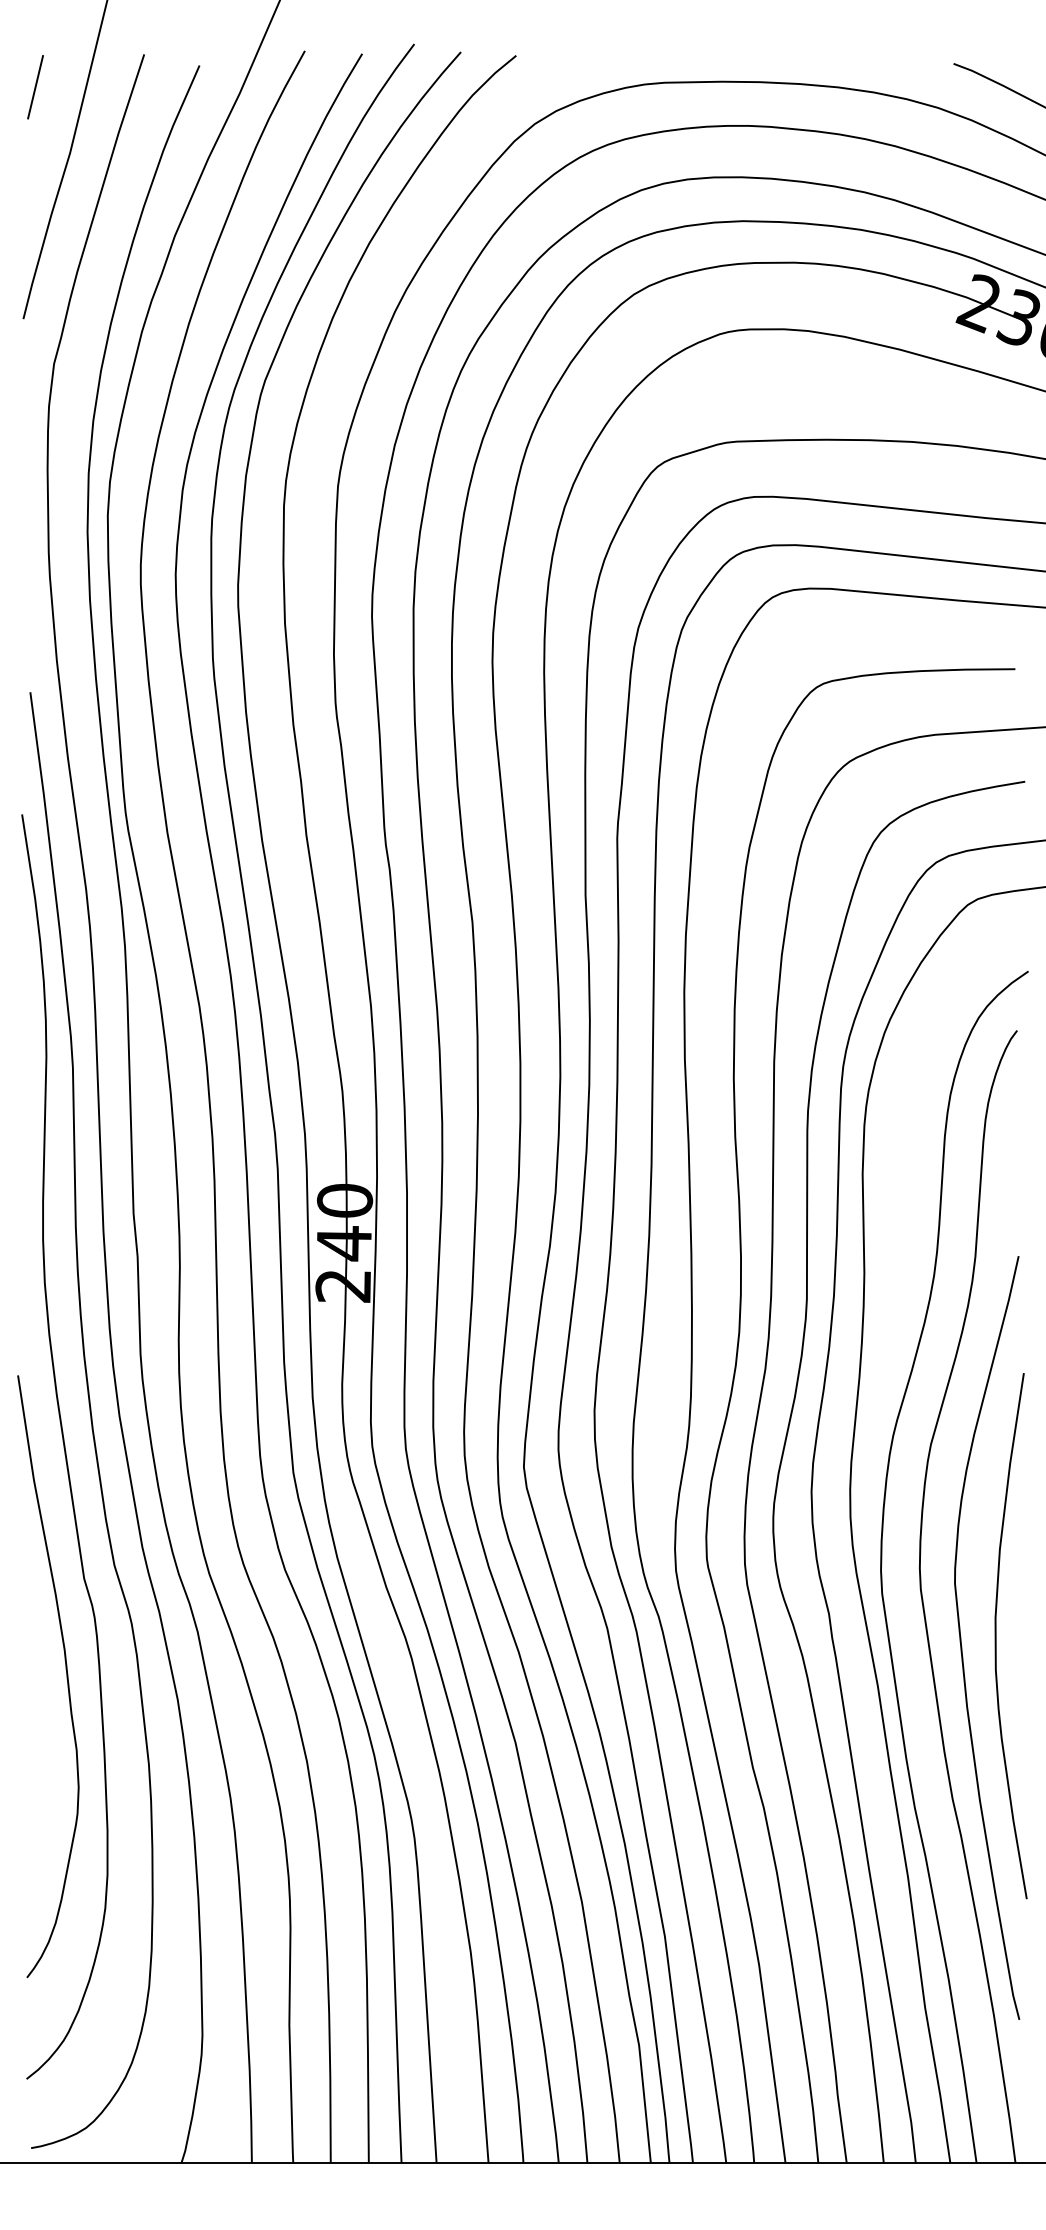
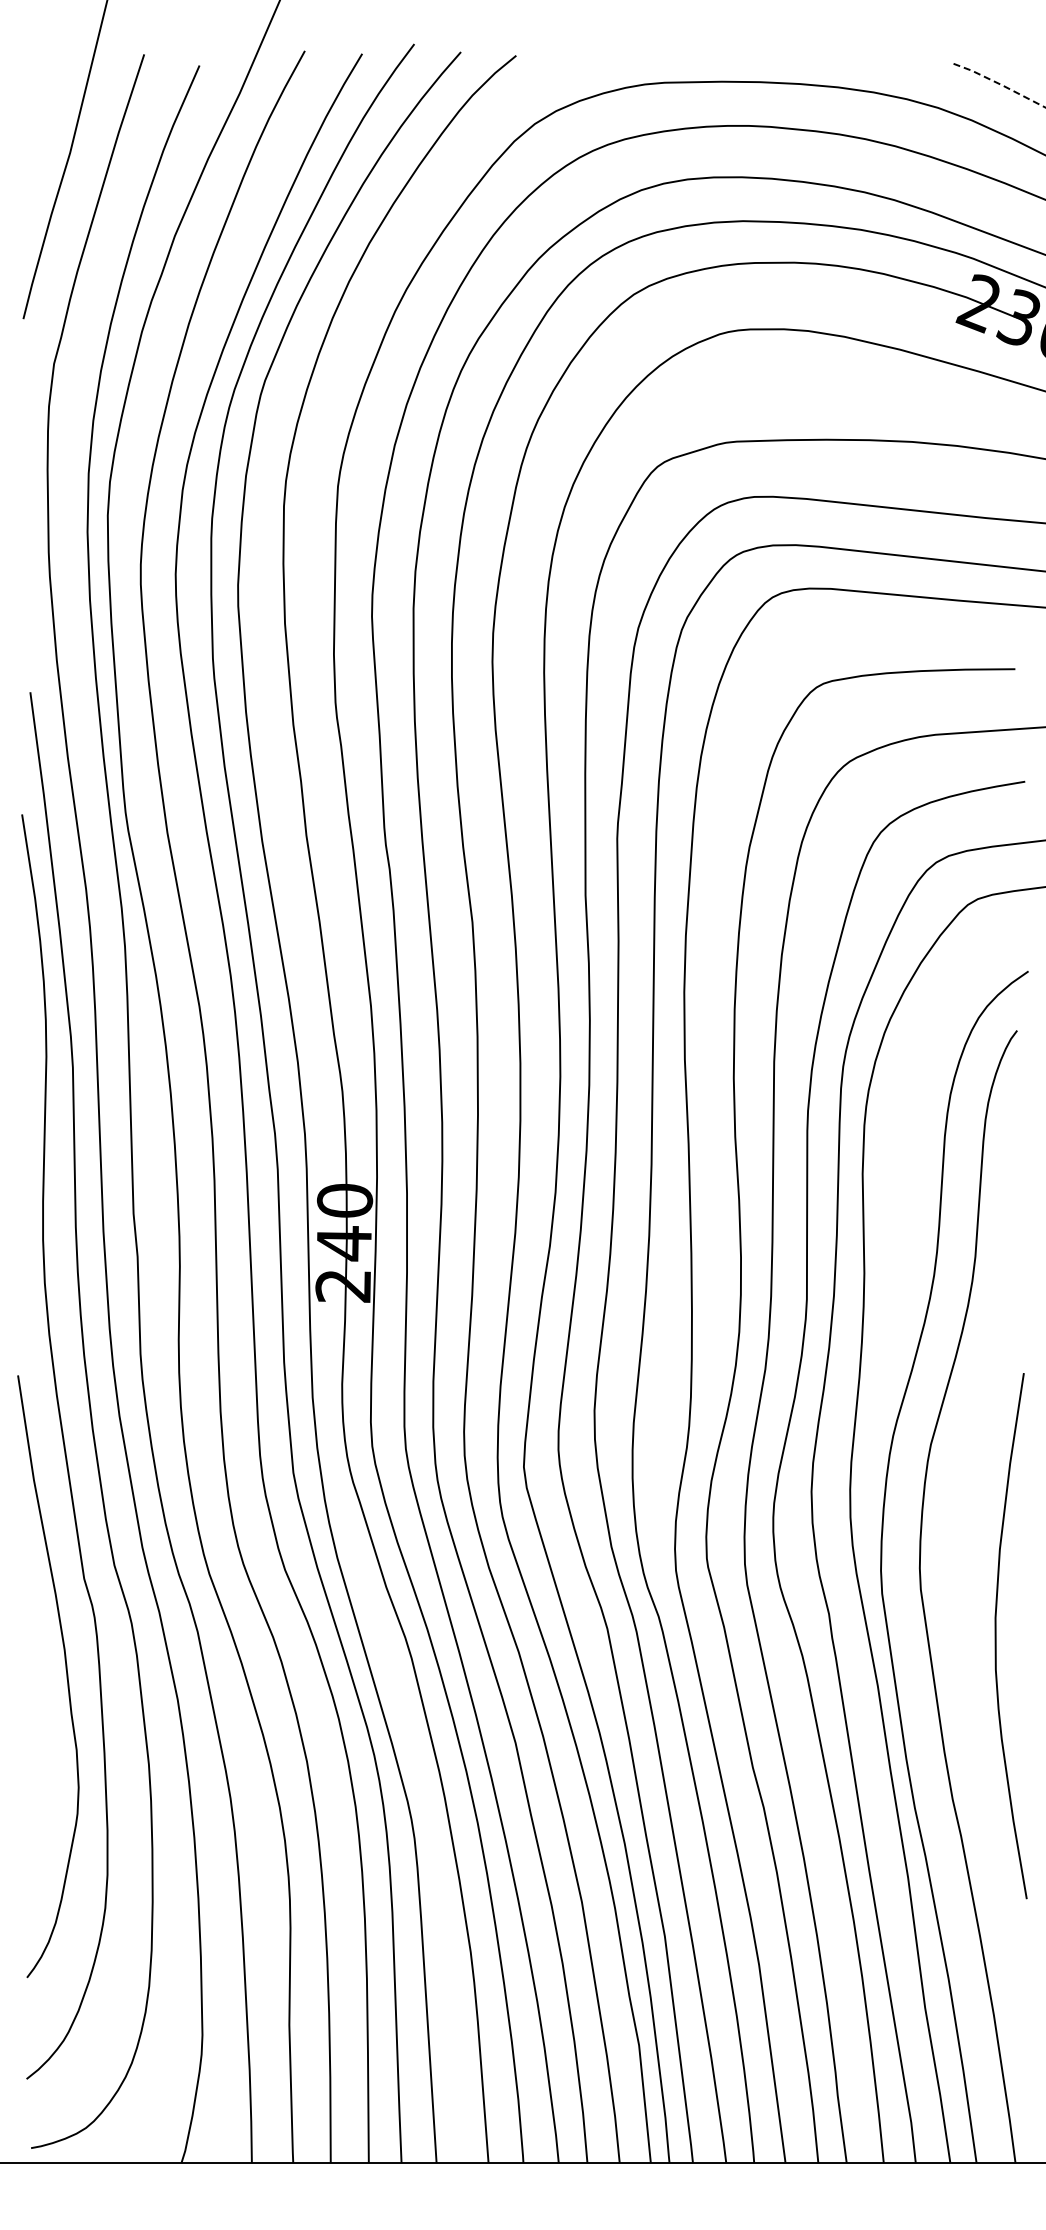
line at (1000, 84): solid -> dashed
line at (35, 87): present -> none
curve at (961, 1637): present -> none
